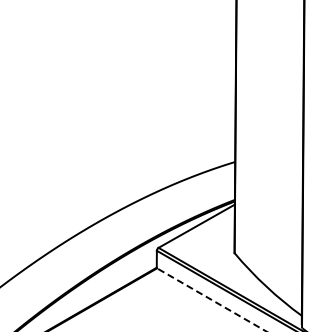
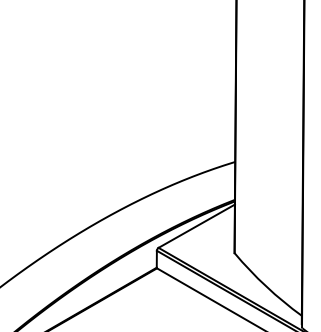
line at (211, 299): dashed -> solid
